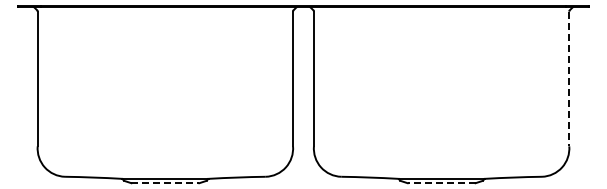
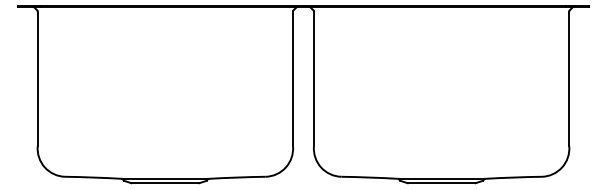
line at (569, 79): dashed -> solid
line at (165, 183): dashed -> solid
line at (441, 183): dashed -> solid
